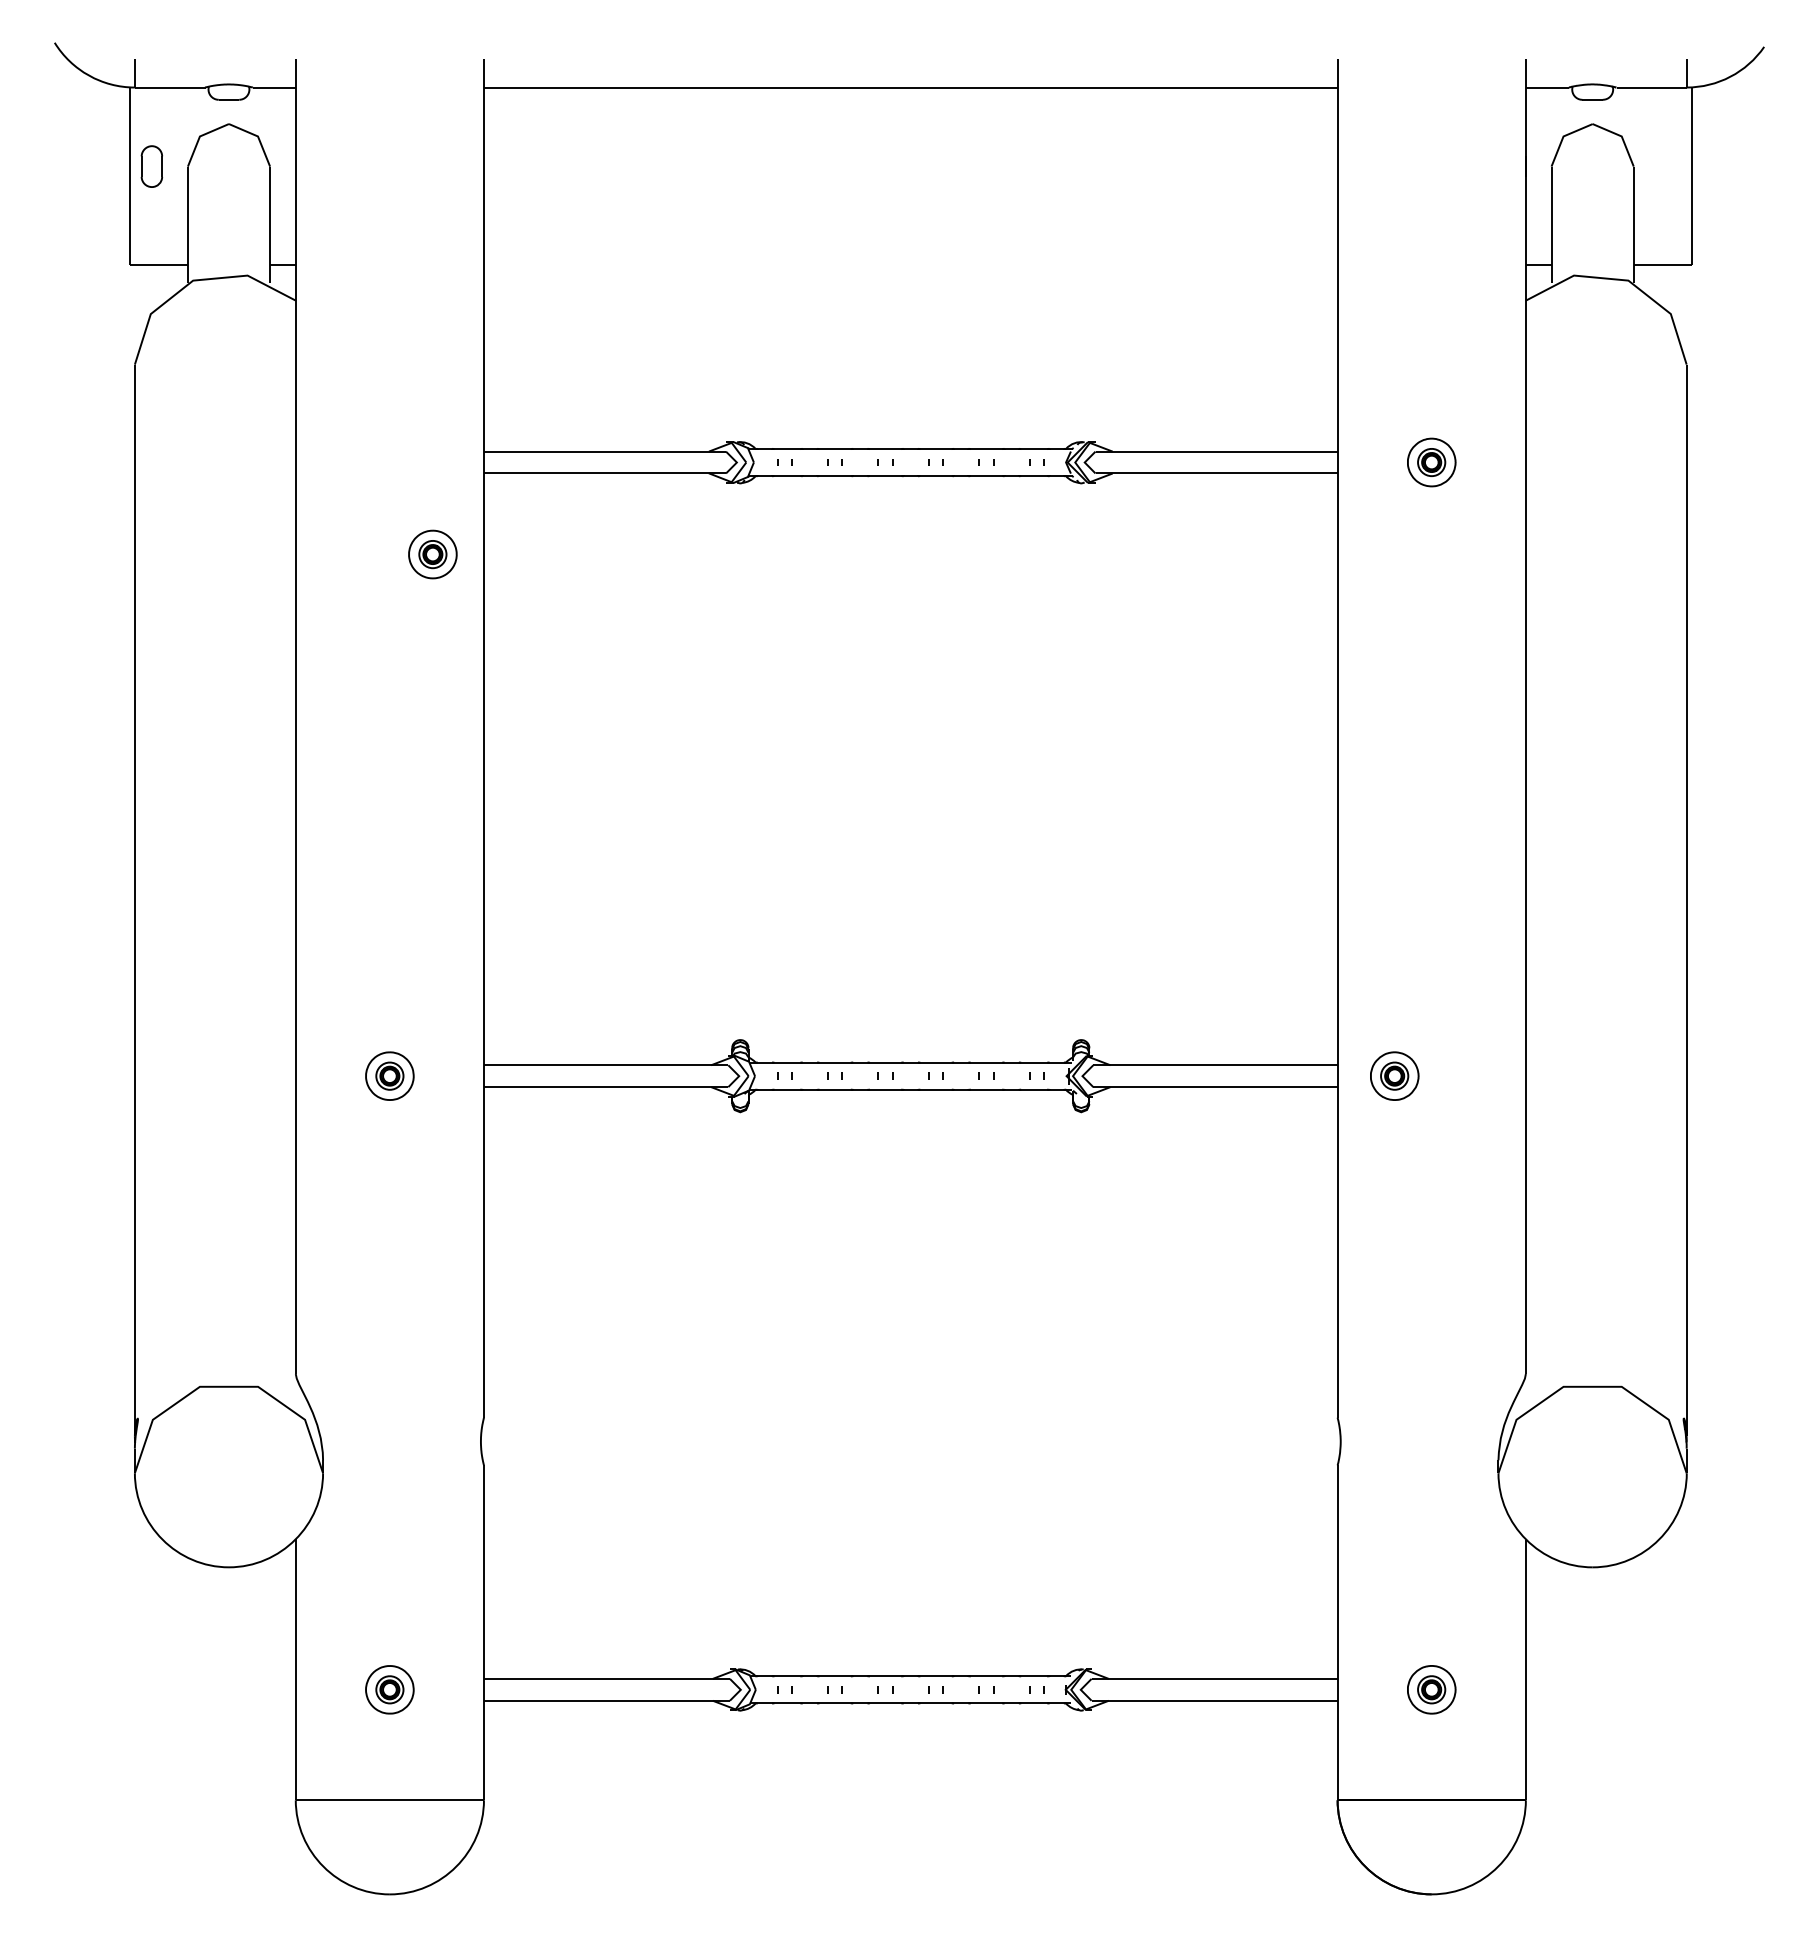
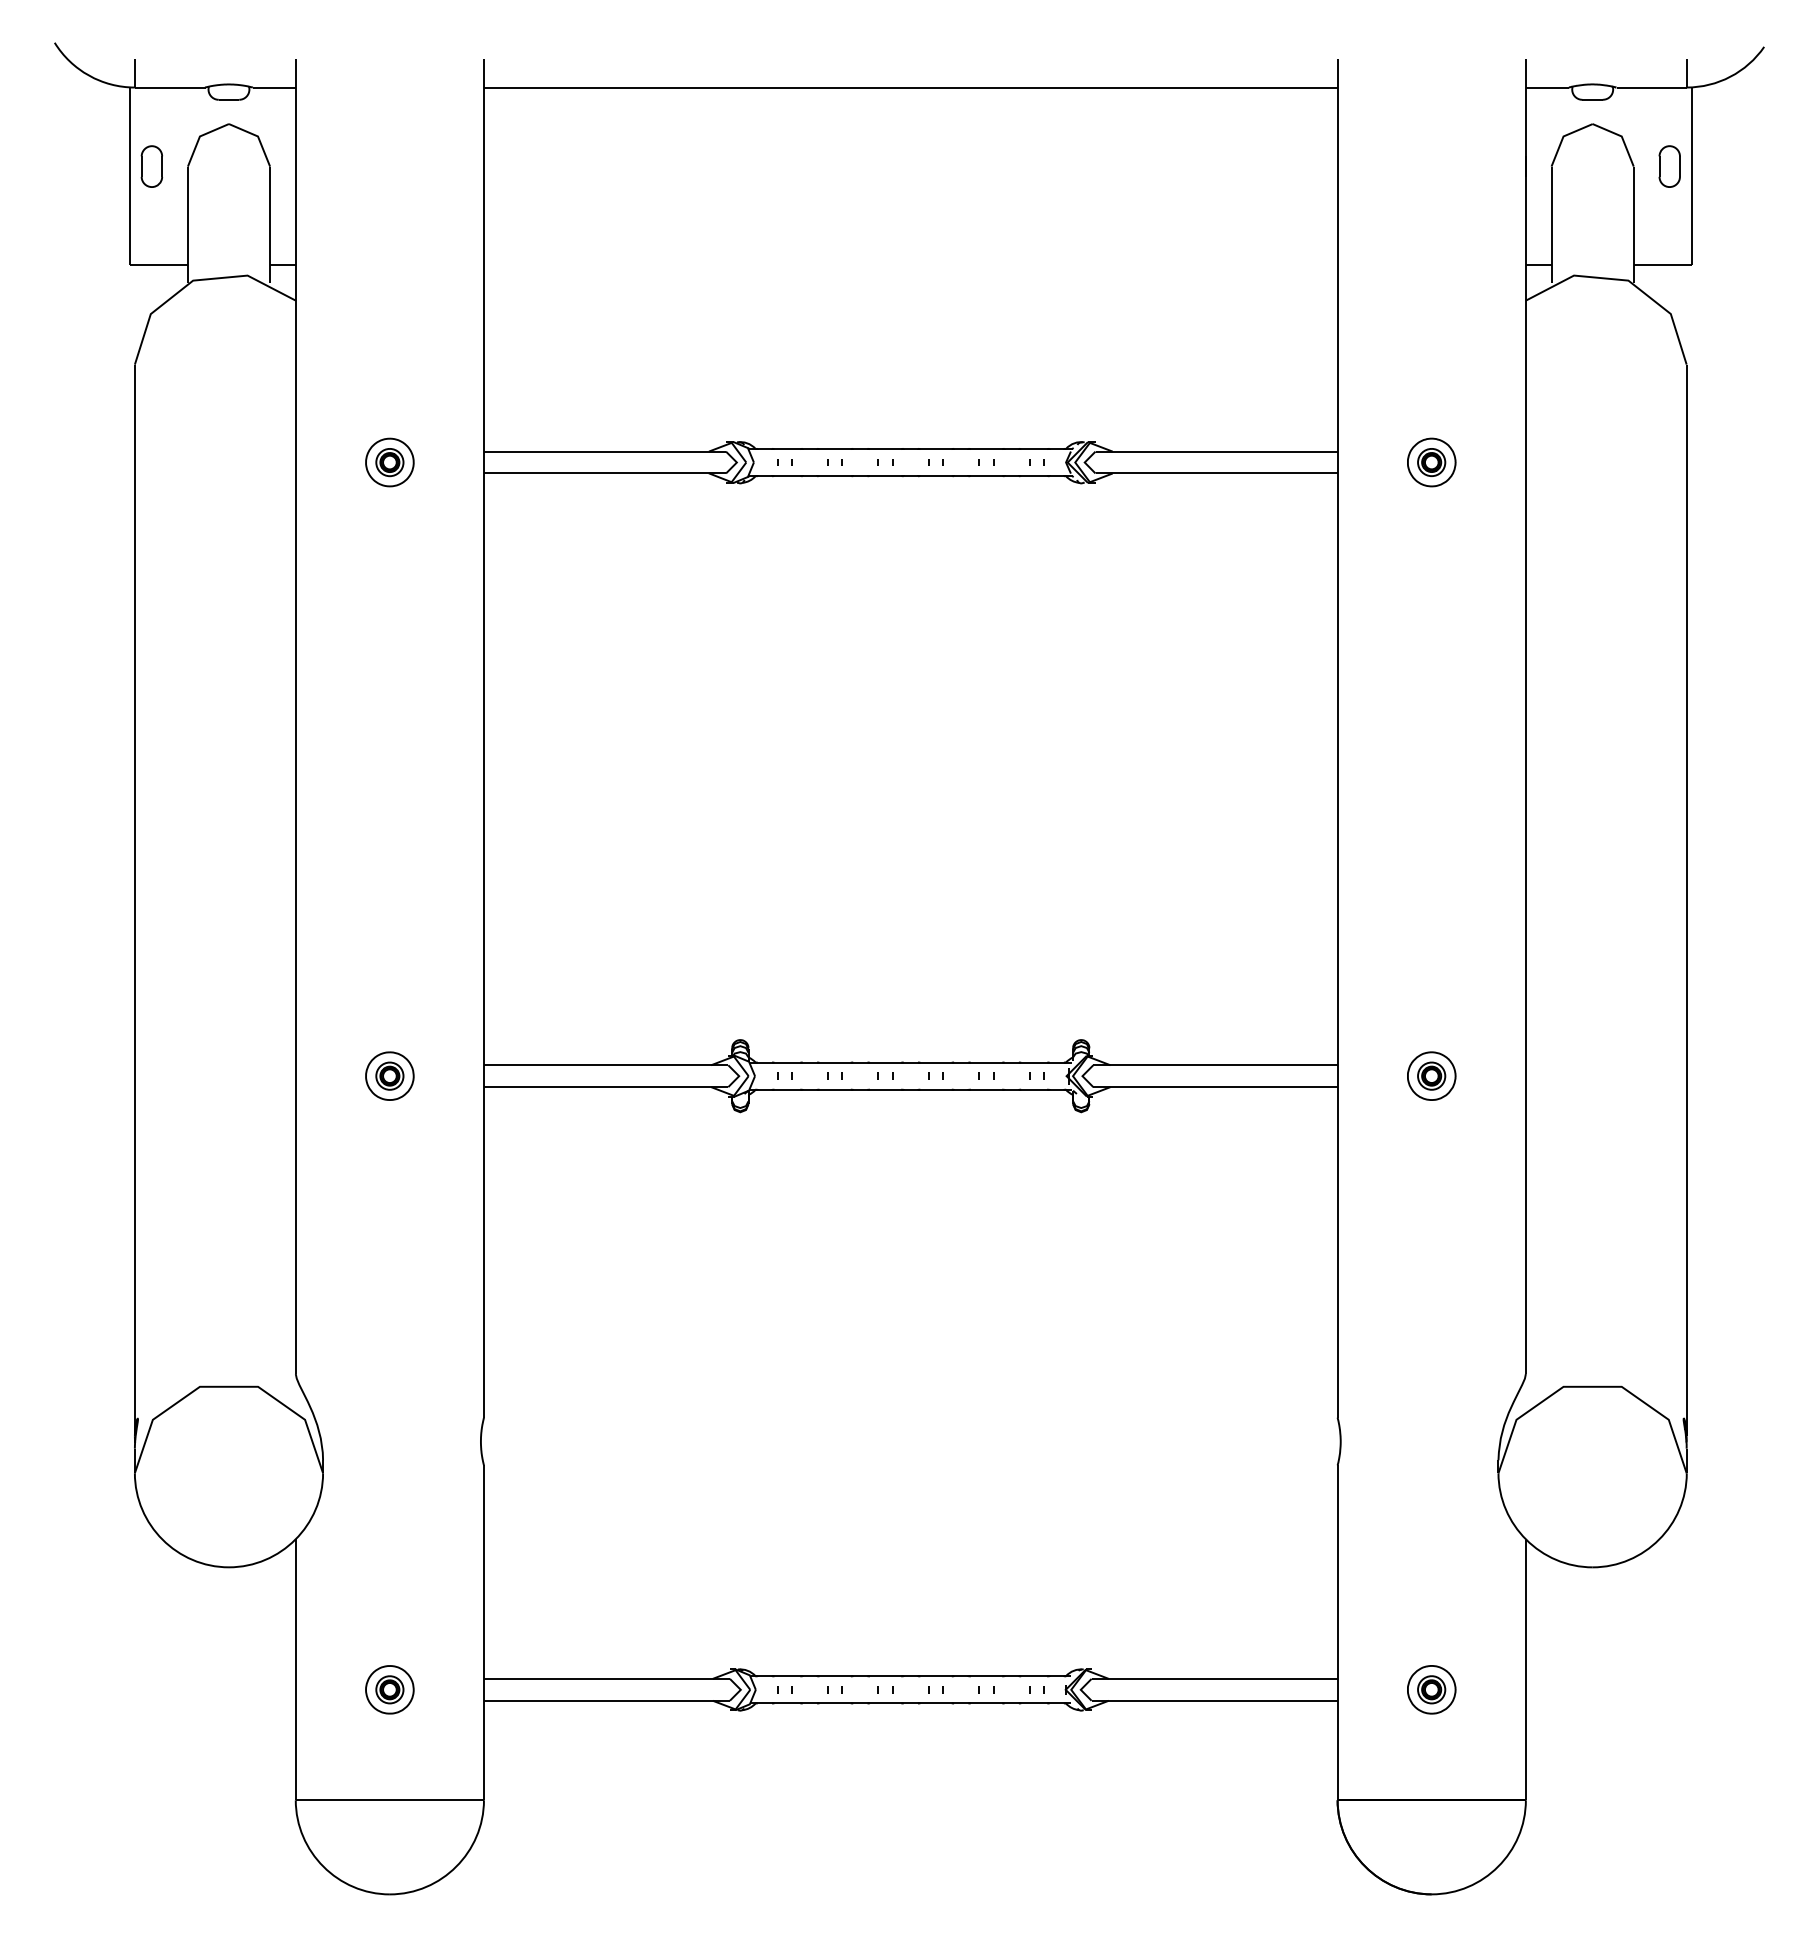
part at (1669, 166): none -> present
part at (432, 554) position: (432, 554) -> (389, 462)
part at (1394, 1075) position: (1394, 1075) -> (1431, 1075)
